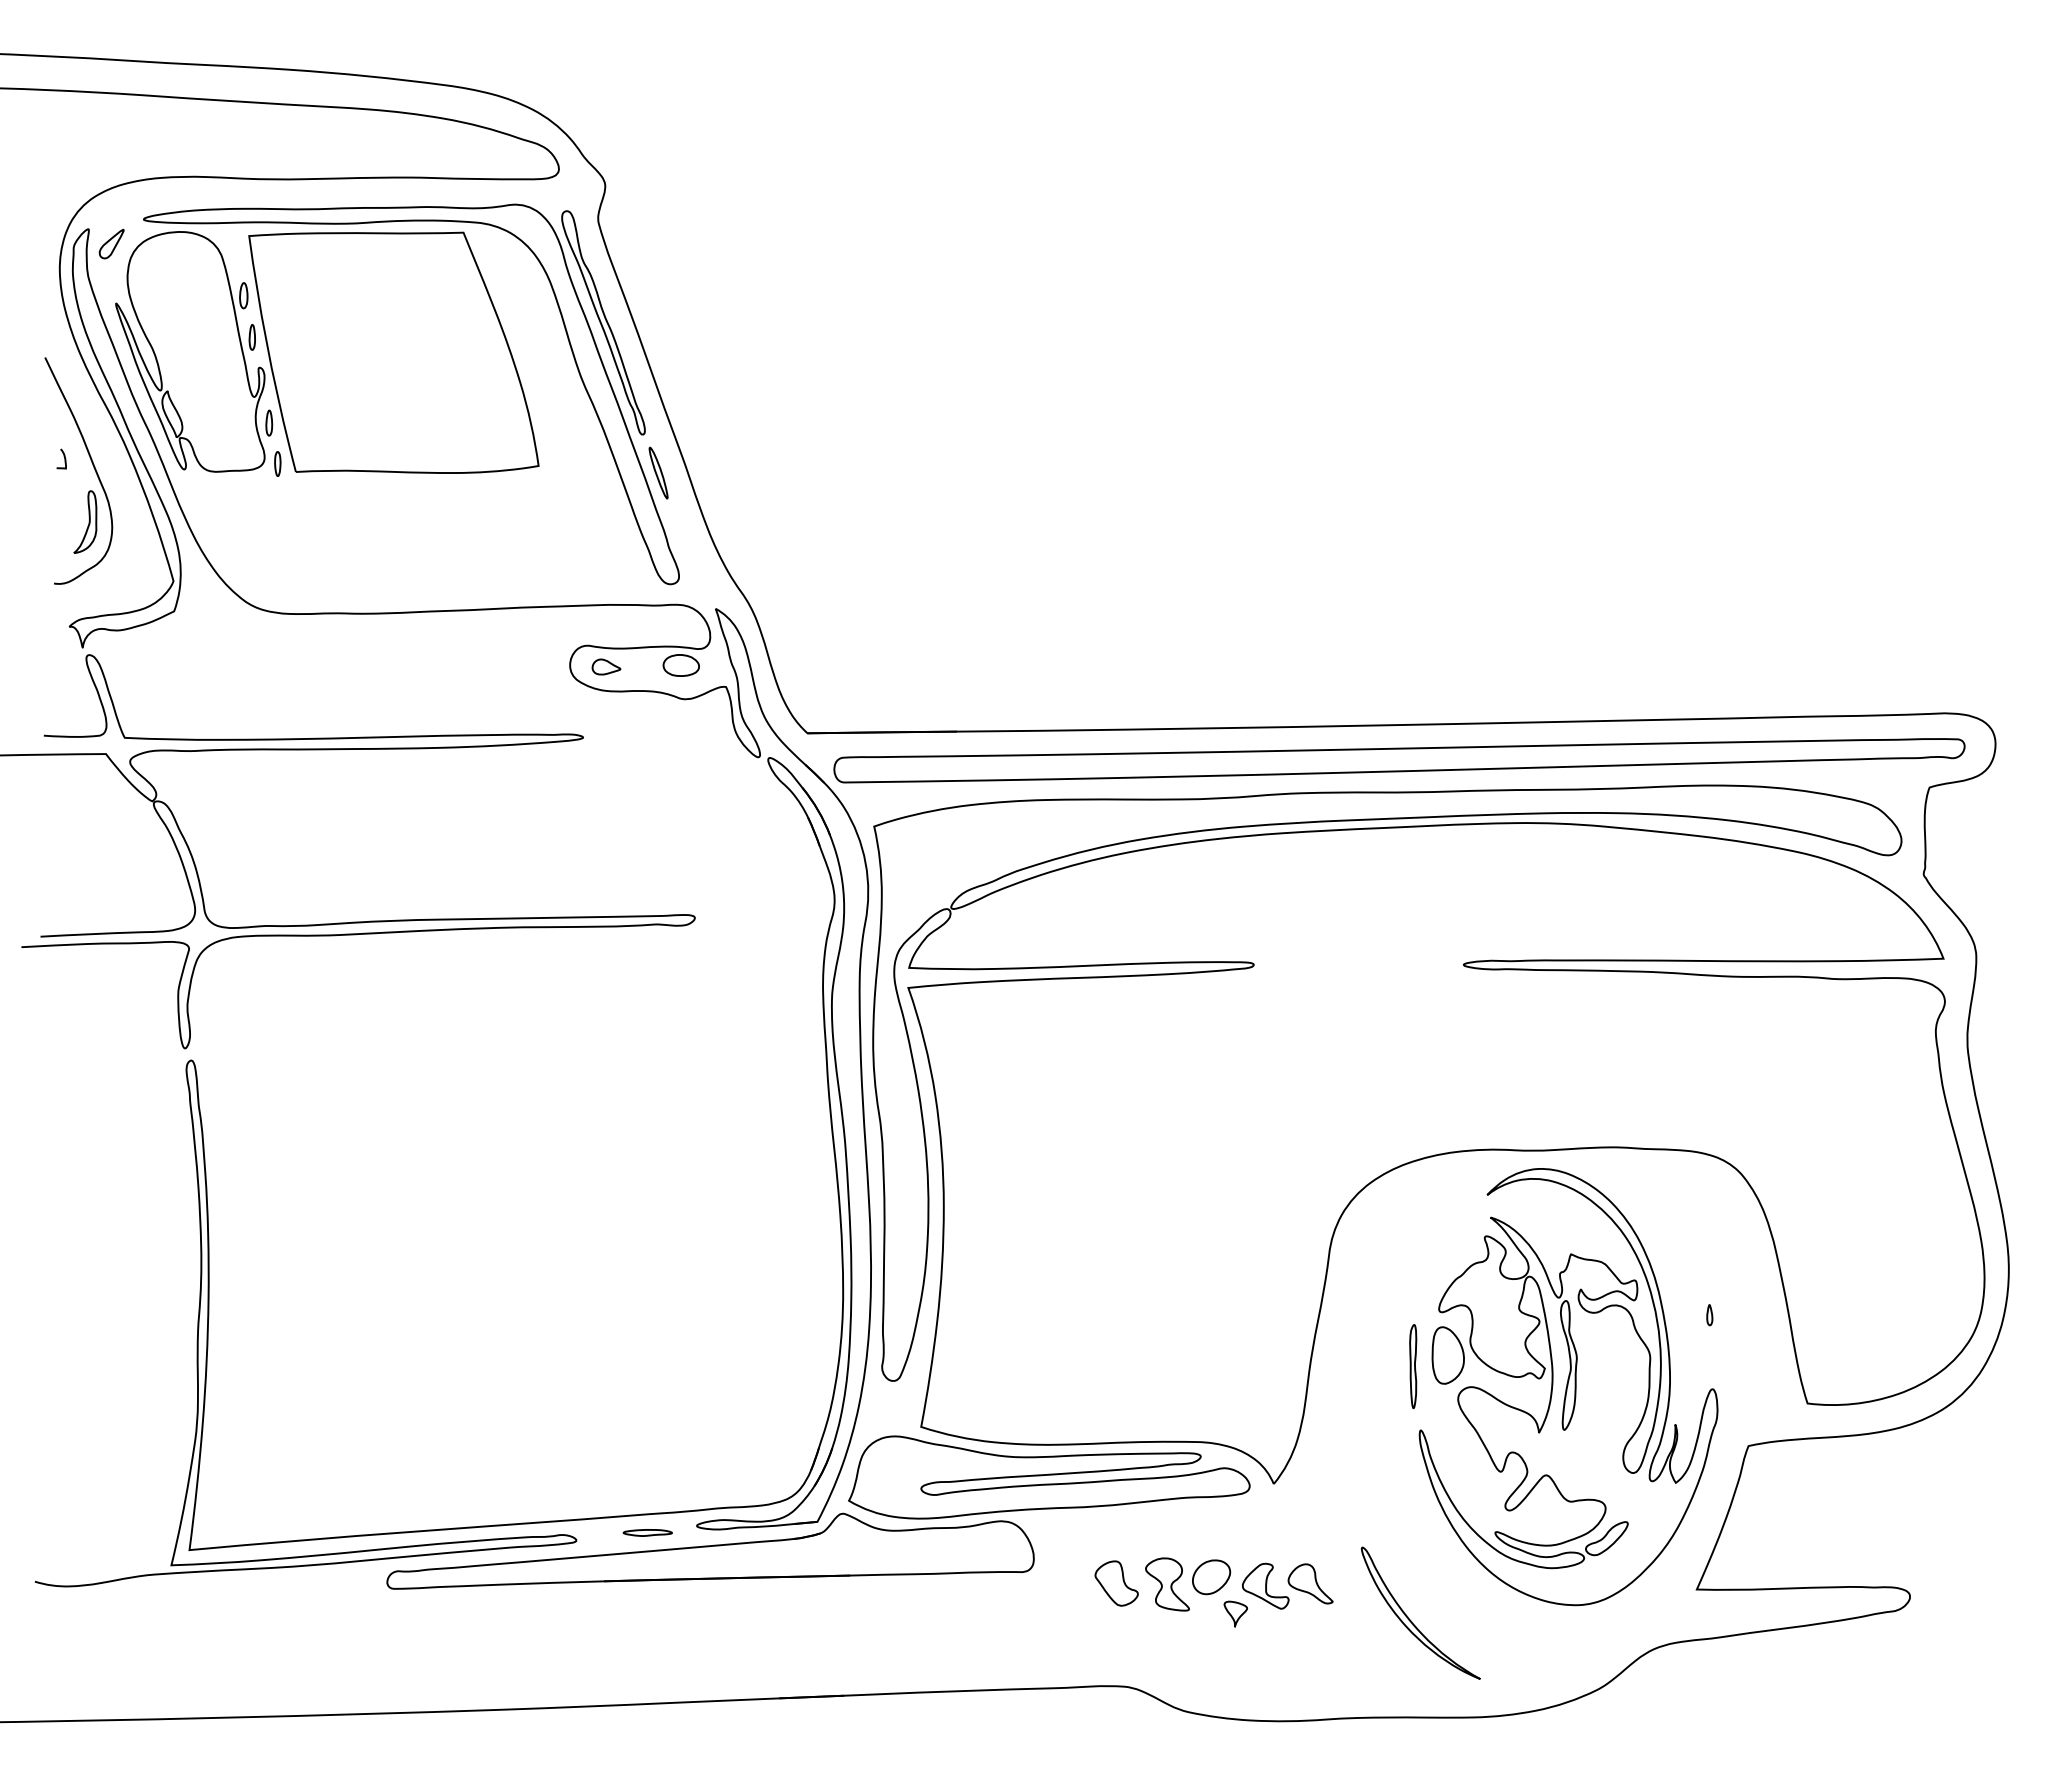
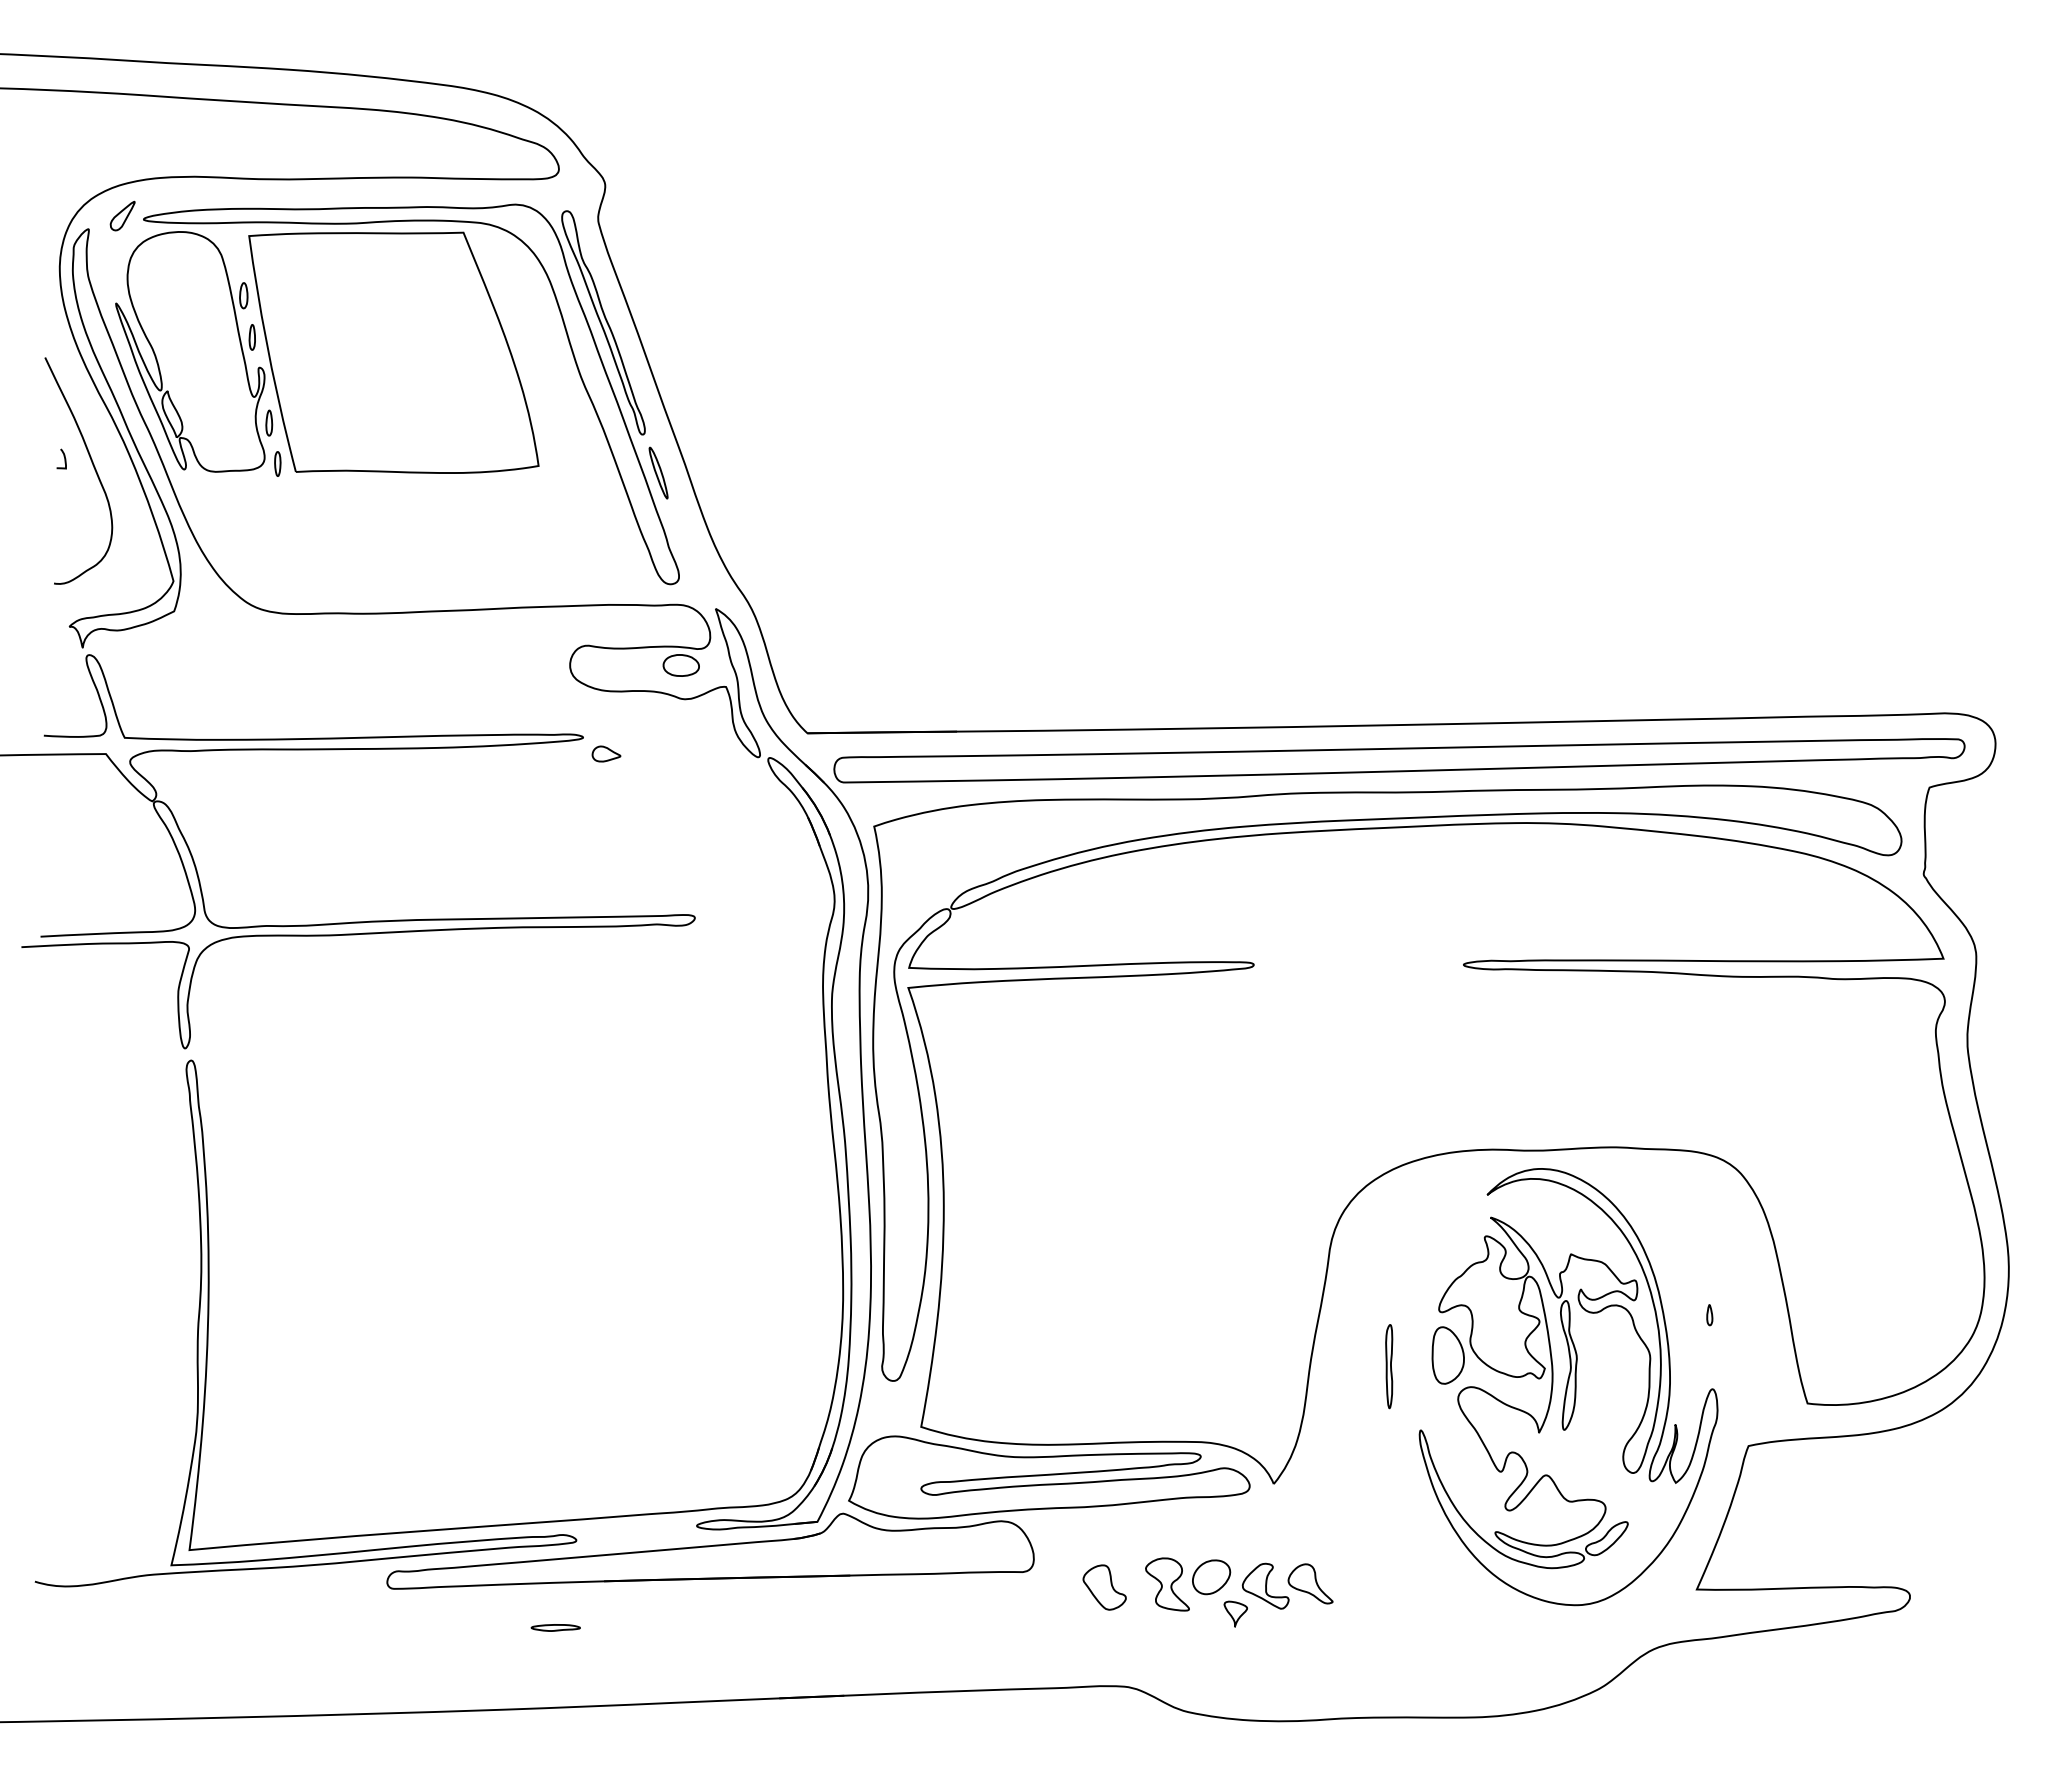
part at (111, 243) position: (111, 243) -> (122, 215)
part at (85, 521): present -> none
part at (606, 666) position: (606, 666) -> (606, 753)
part at (1413, 1366) position: (1413, 1366) -> (1389, 1366)
part at (647, 1532) position: (647, 1532) -> (555, 1627)
part at (1116, 1583) position: (1116, 1583) -> (1104, 1587)
part at (1411, 1620): present -> none
